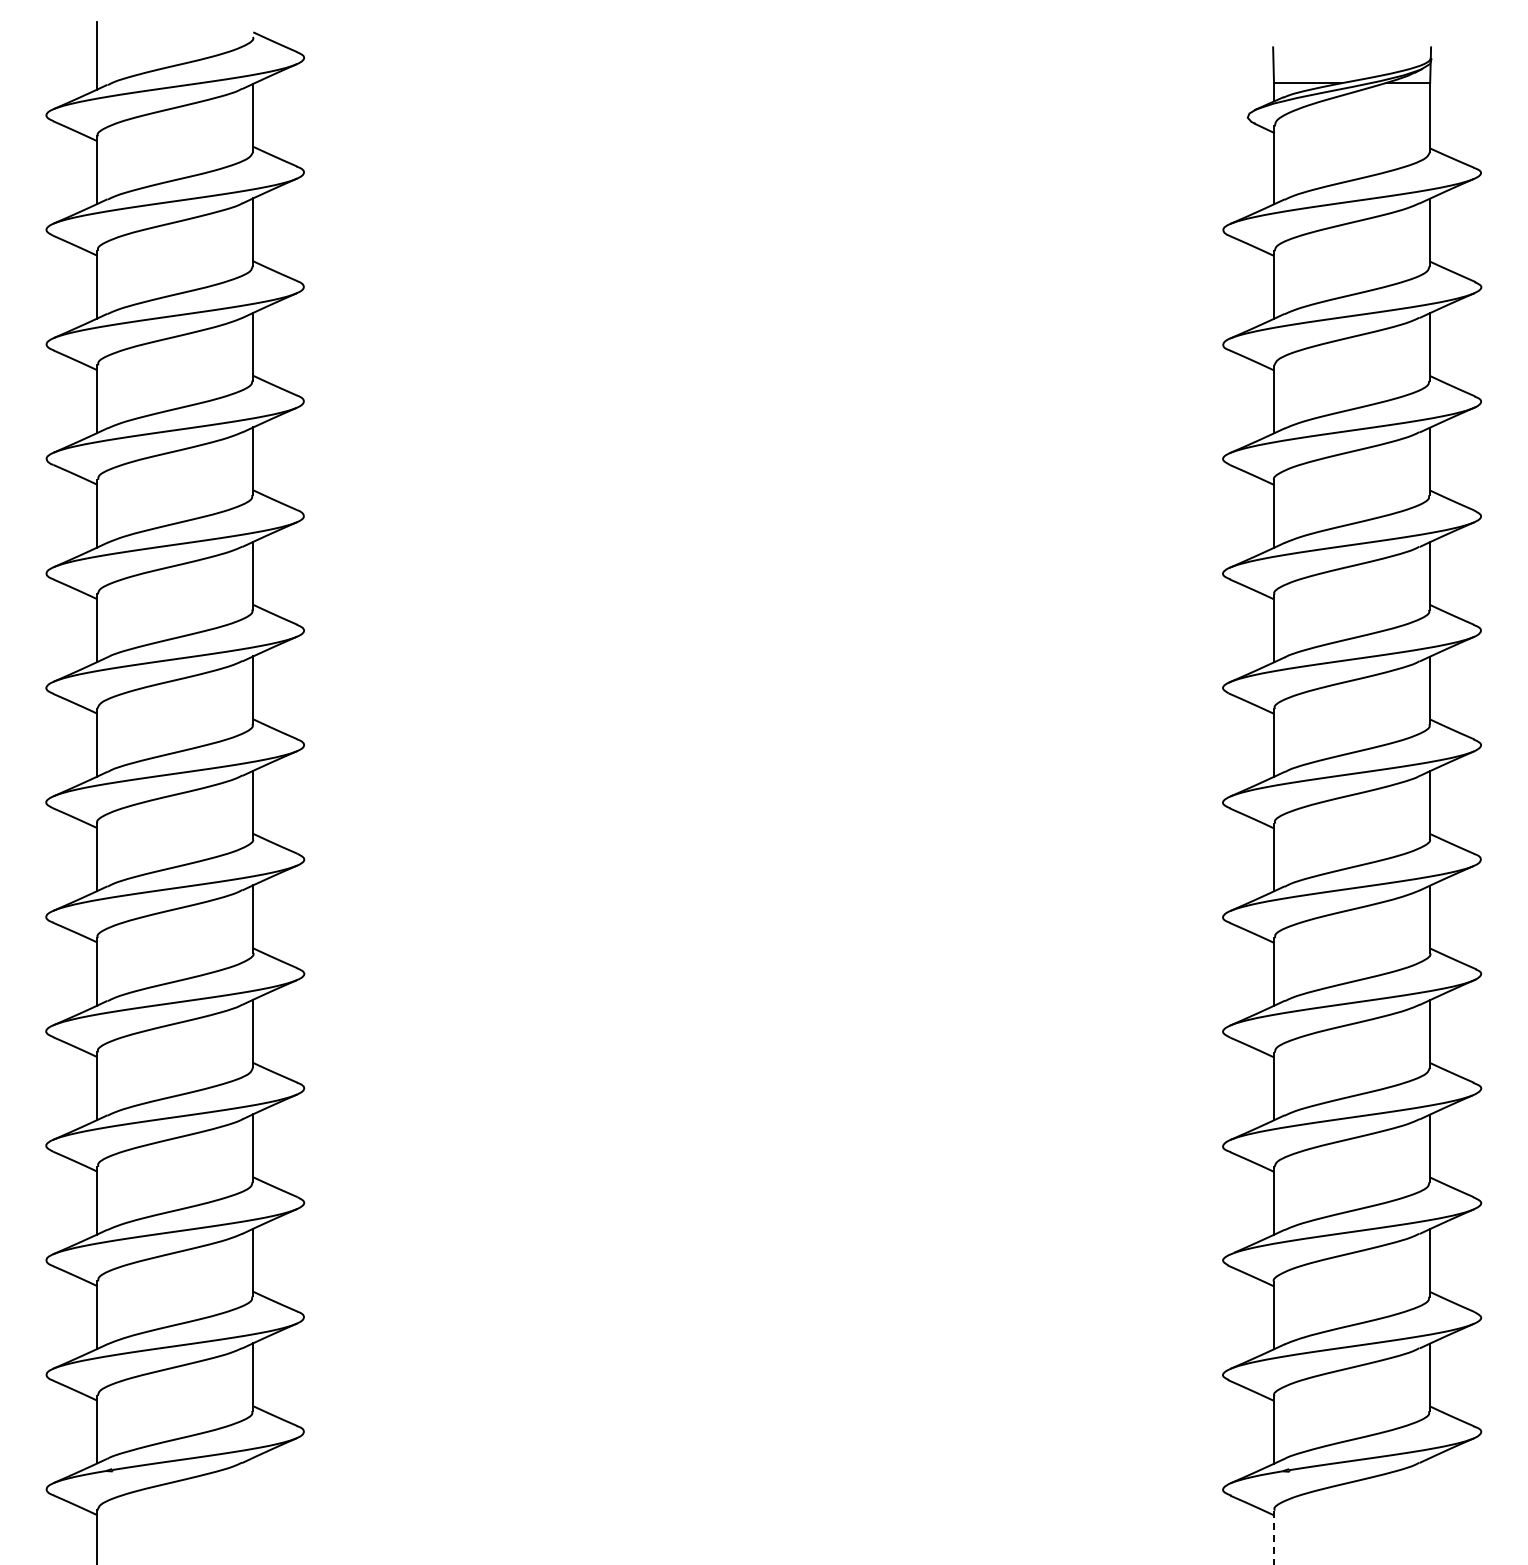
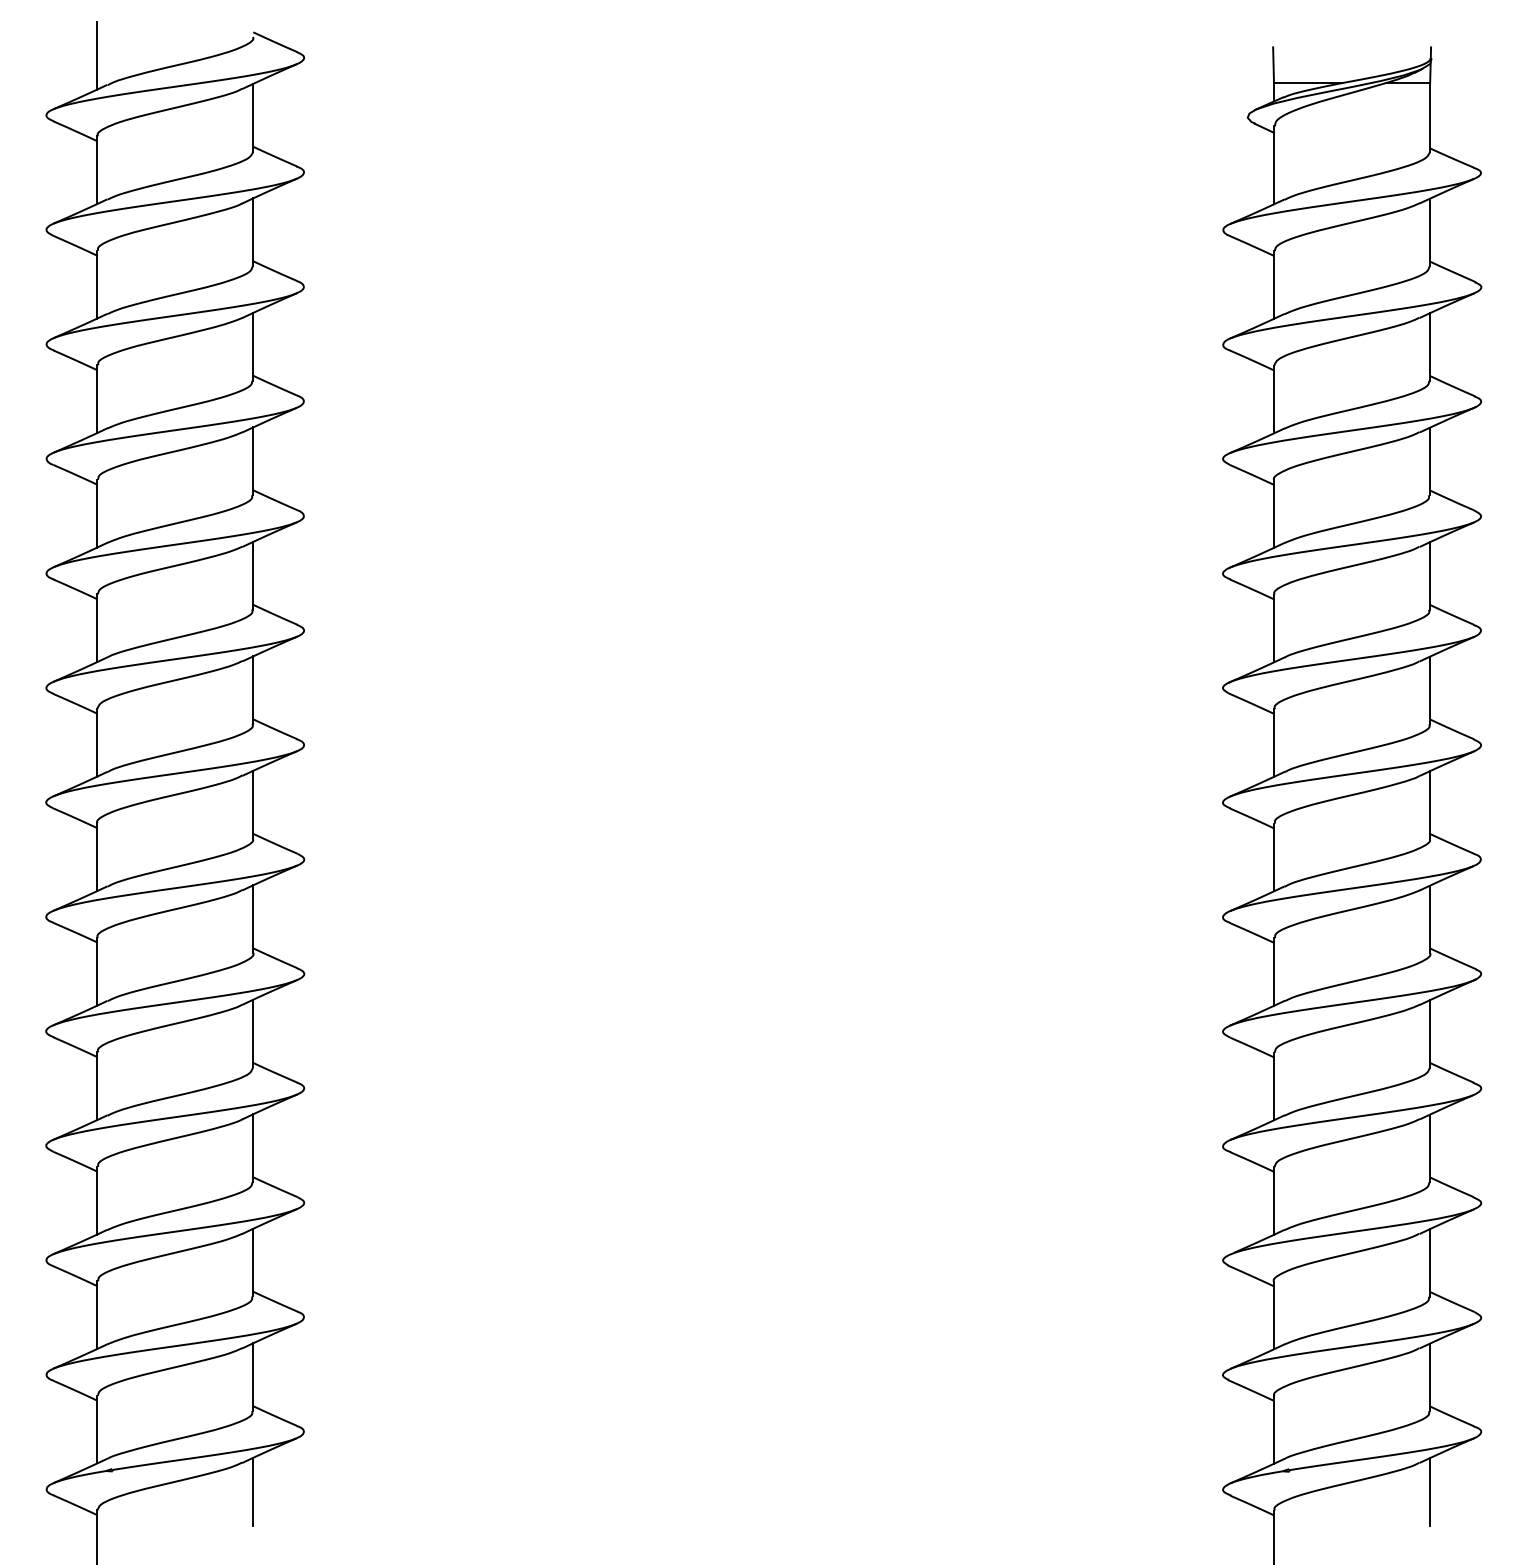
line at (253, 1491): none -> present
line at (1430, 1491): none -> present
line at (1274, 1537): dashed -> solid
